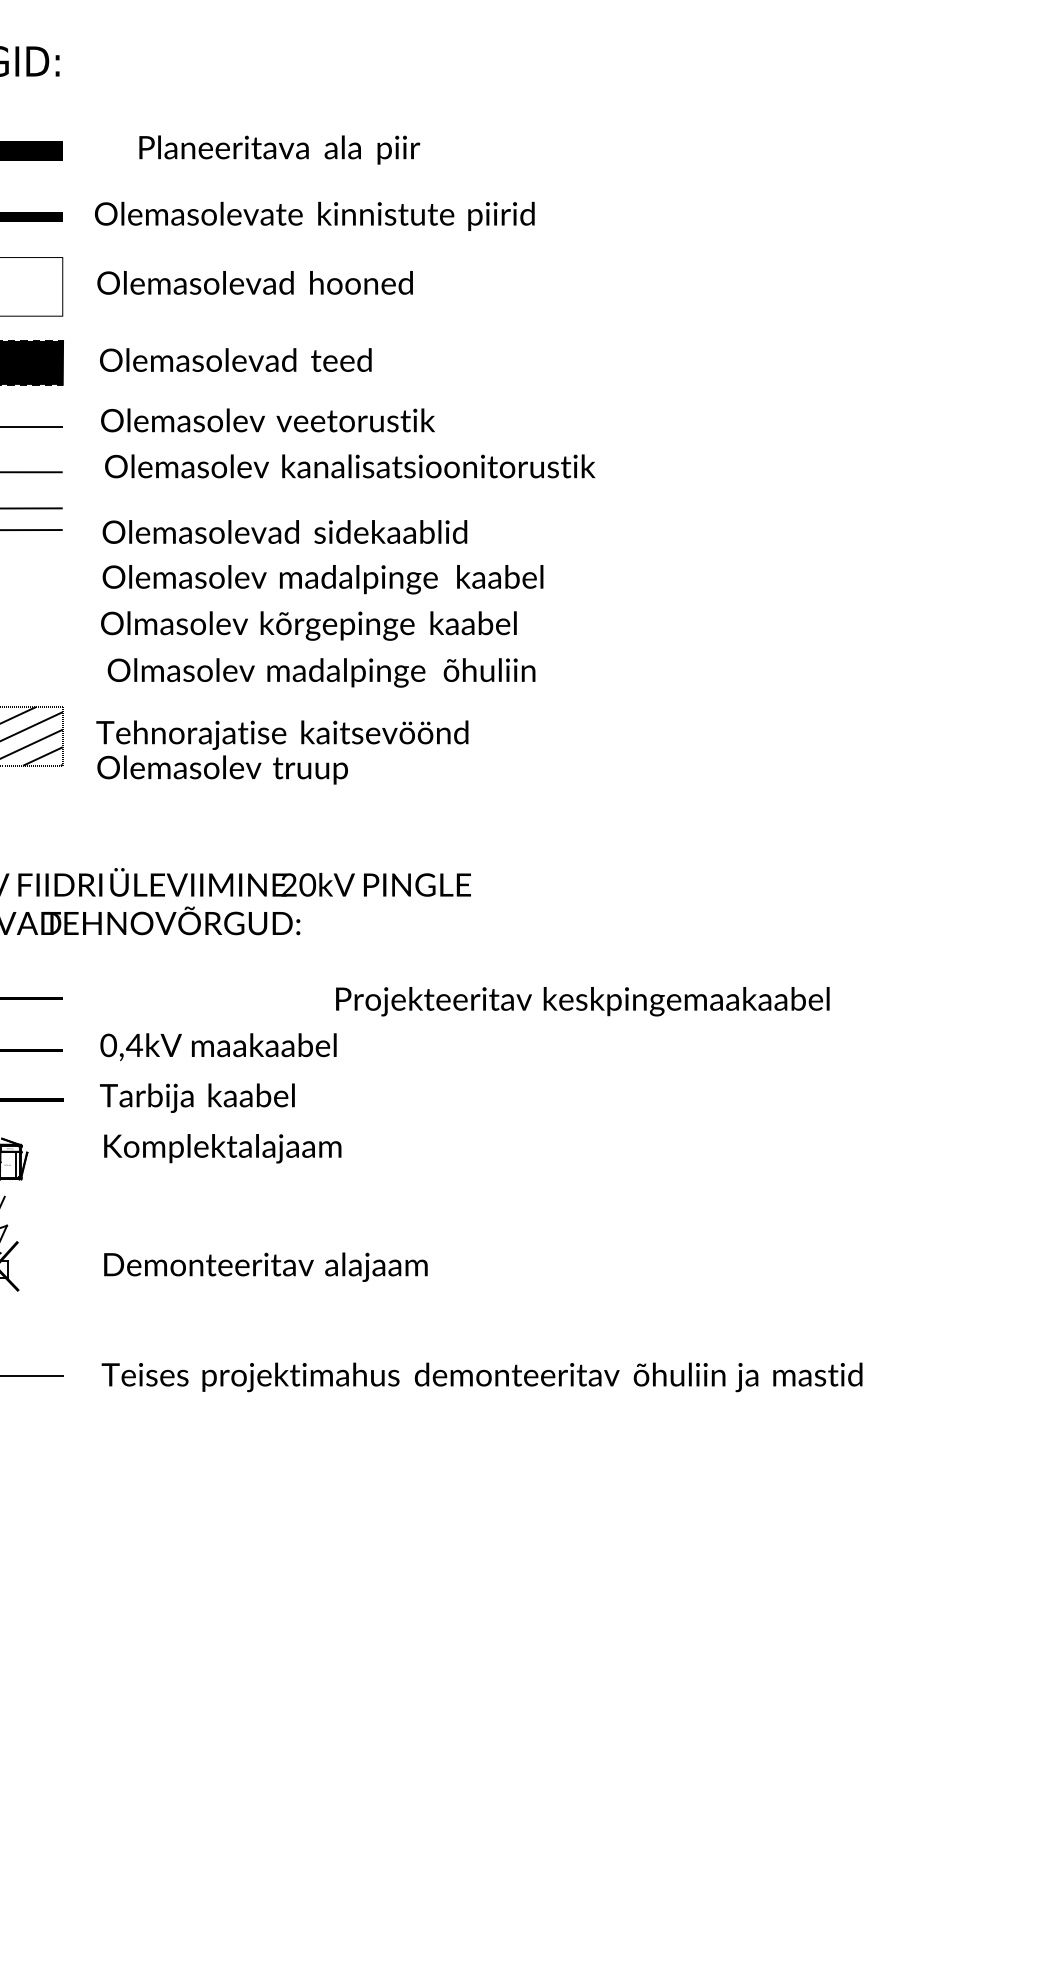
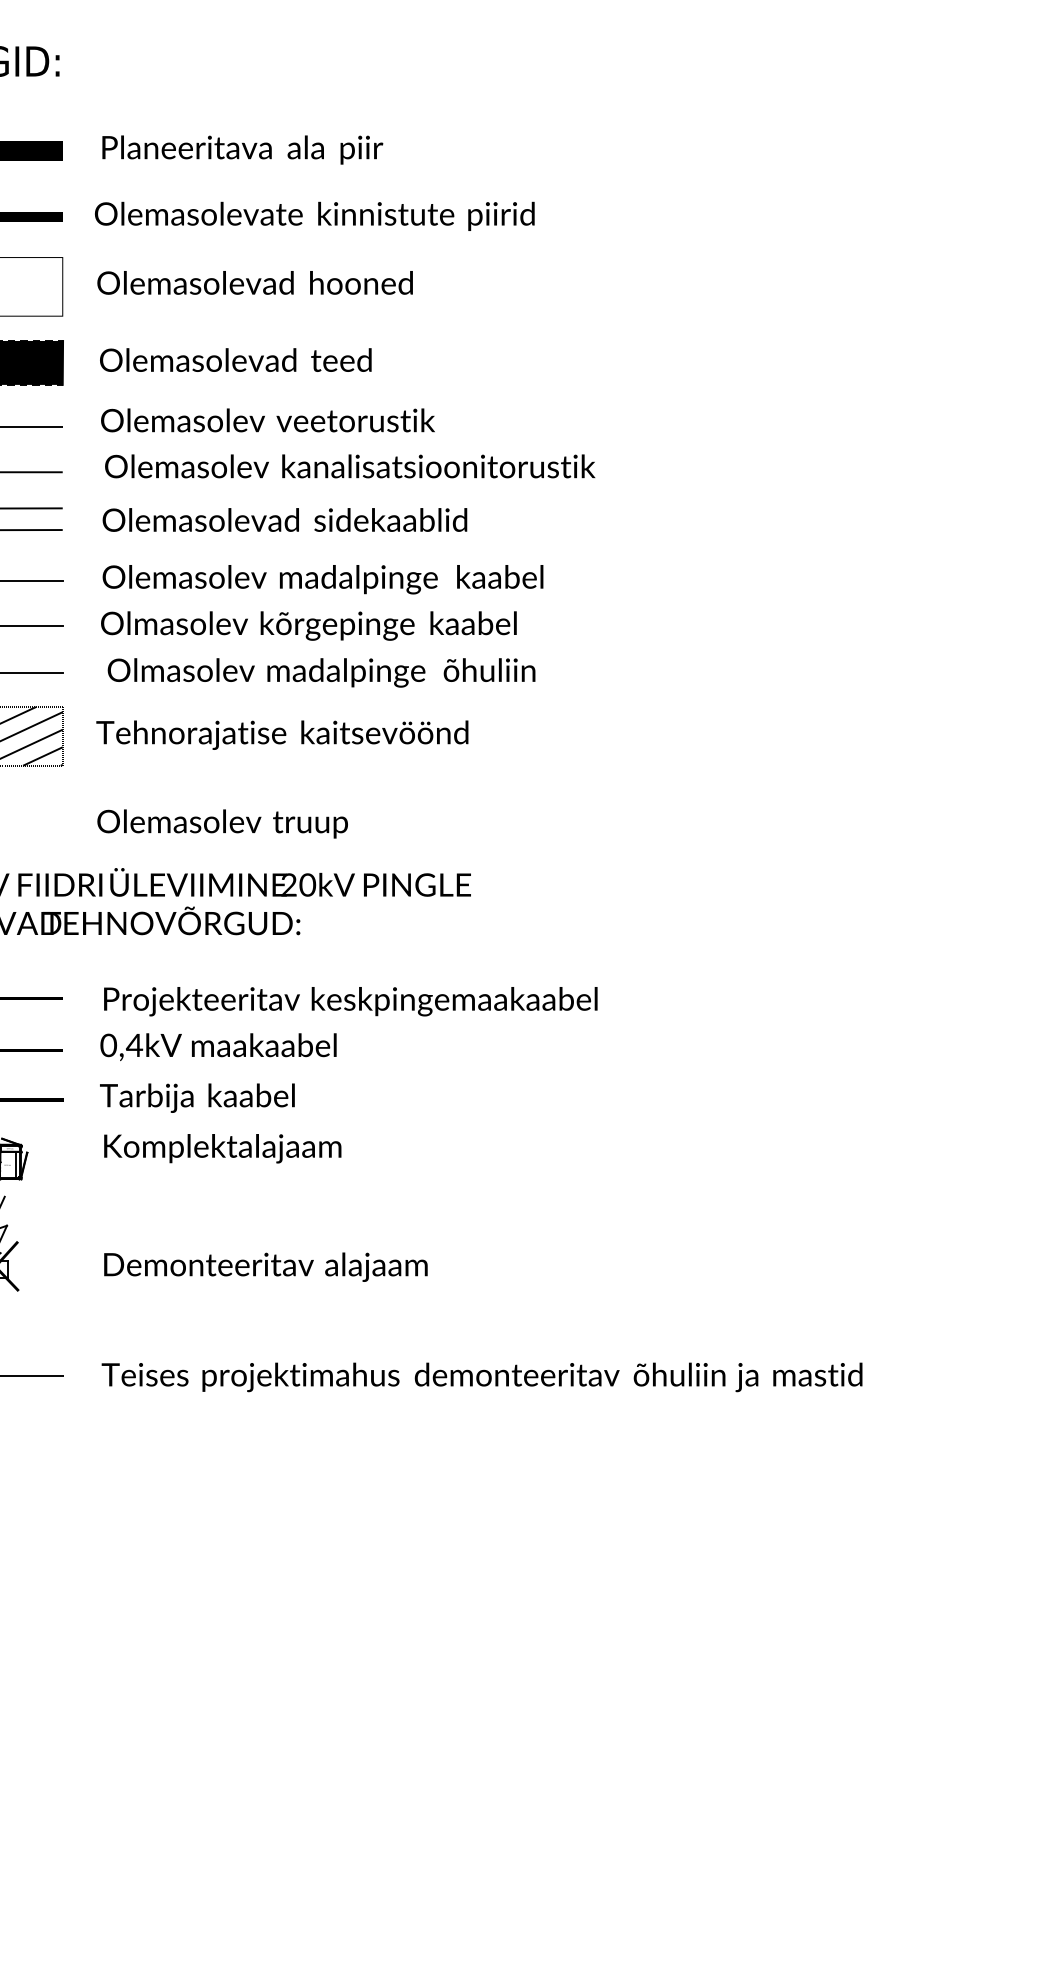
text at (279, 149) position: (279, 149) -> (242, 149)
text at (284, 531) position: (284, 531) -> (284, 519)
line at (32, 581): none -> present
line at (32, 626): none -> present
line at (32, 673): none -> present
text at (222, 769) position: (222, 769) -> (222, 823)
text at (582, 1001) position: (582, 1001) -> (350, 1001)
